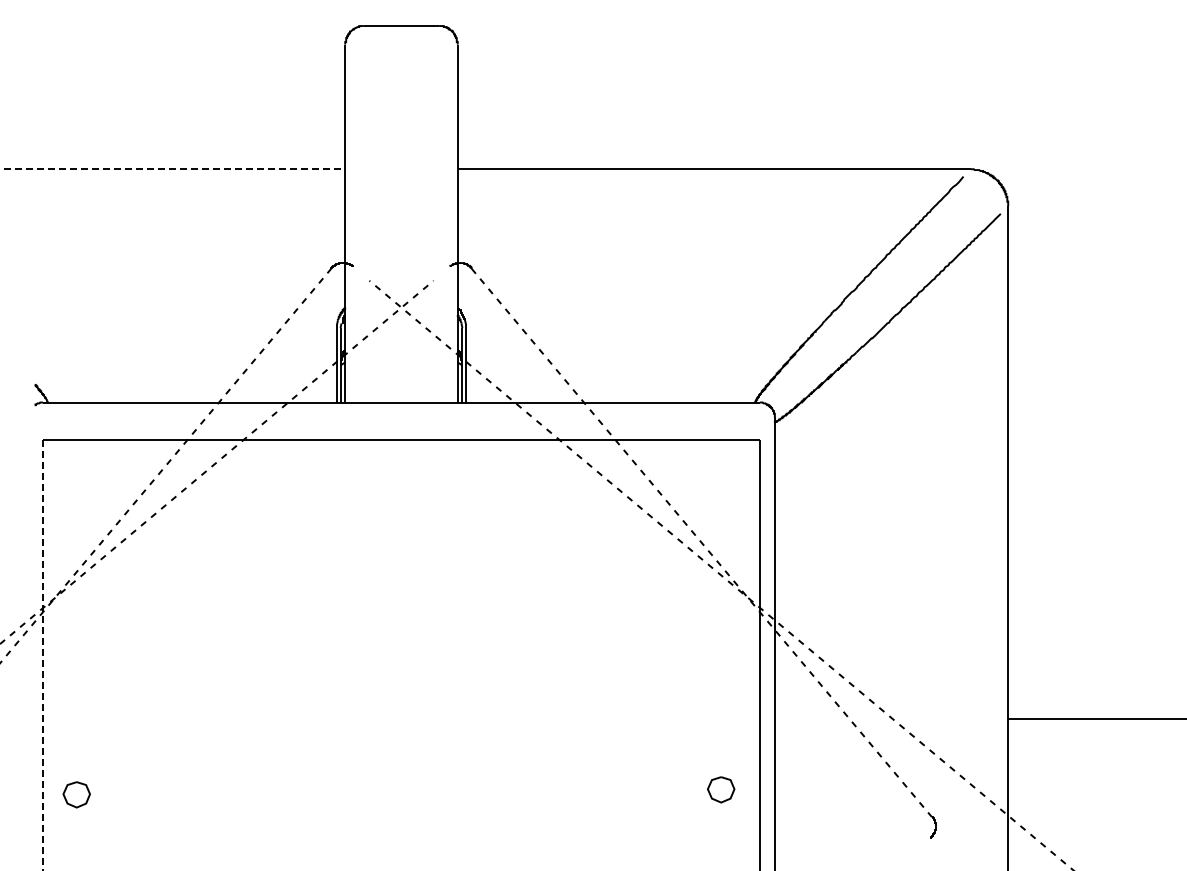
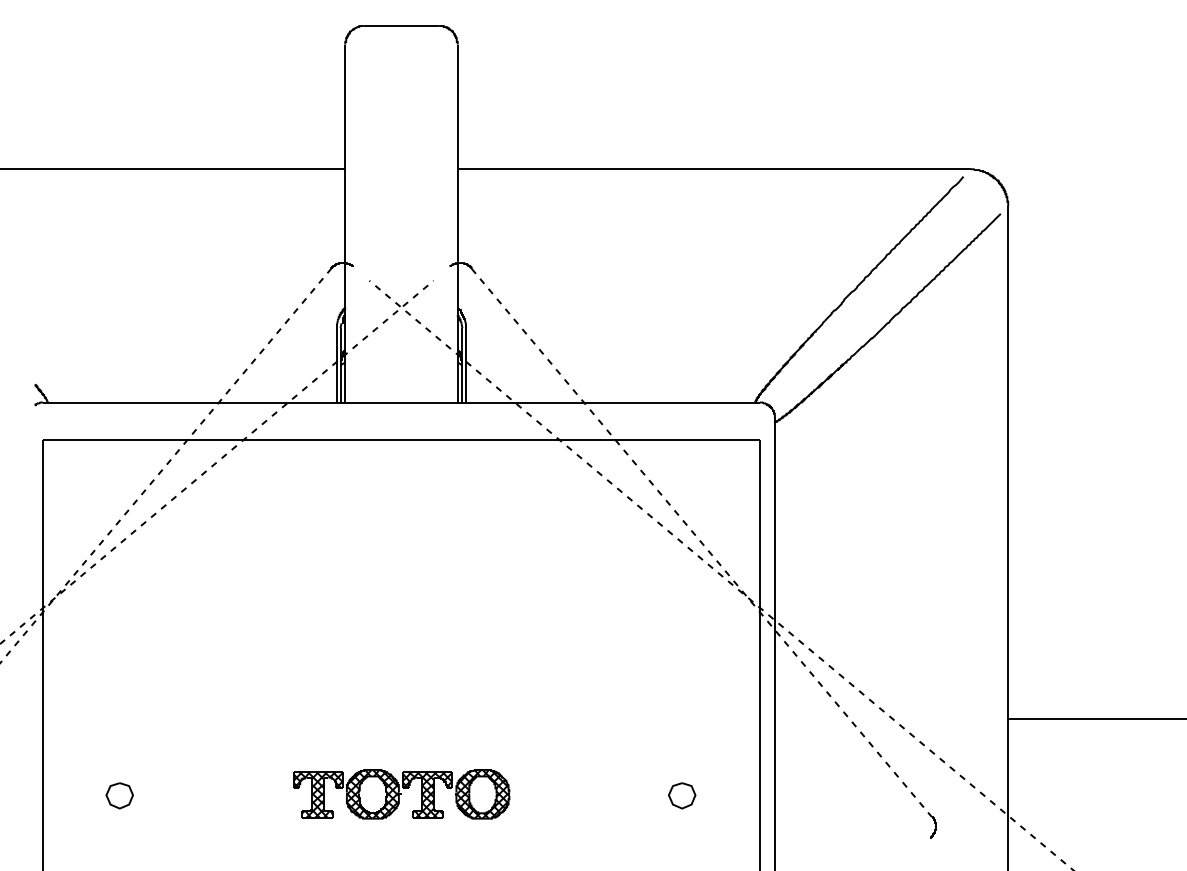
line at (173, 169): dashed -> solid
line at (43, 655): dashed -> solid
part at (721, 789) position: (721, 789) -> (682, 795)
part at (76, 794) position: (76, 794) -> (119, 795)
part at (401, 794): none -> present
